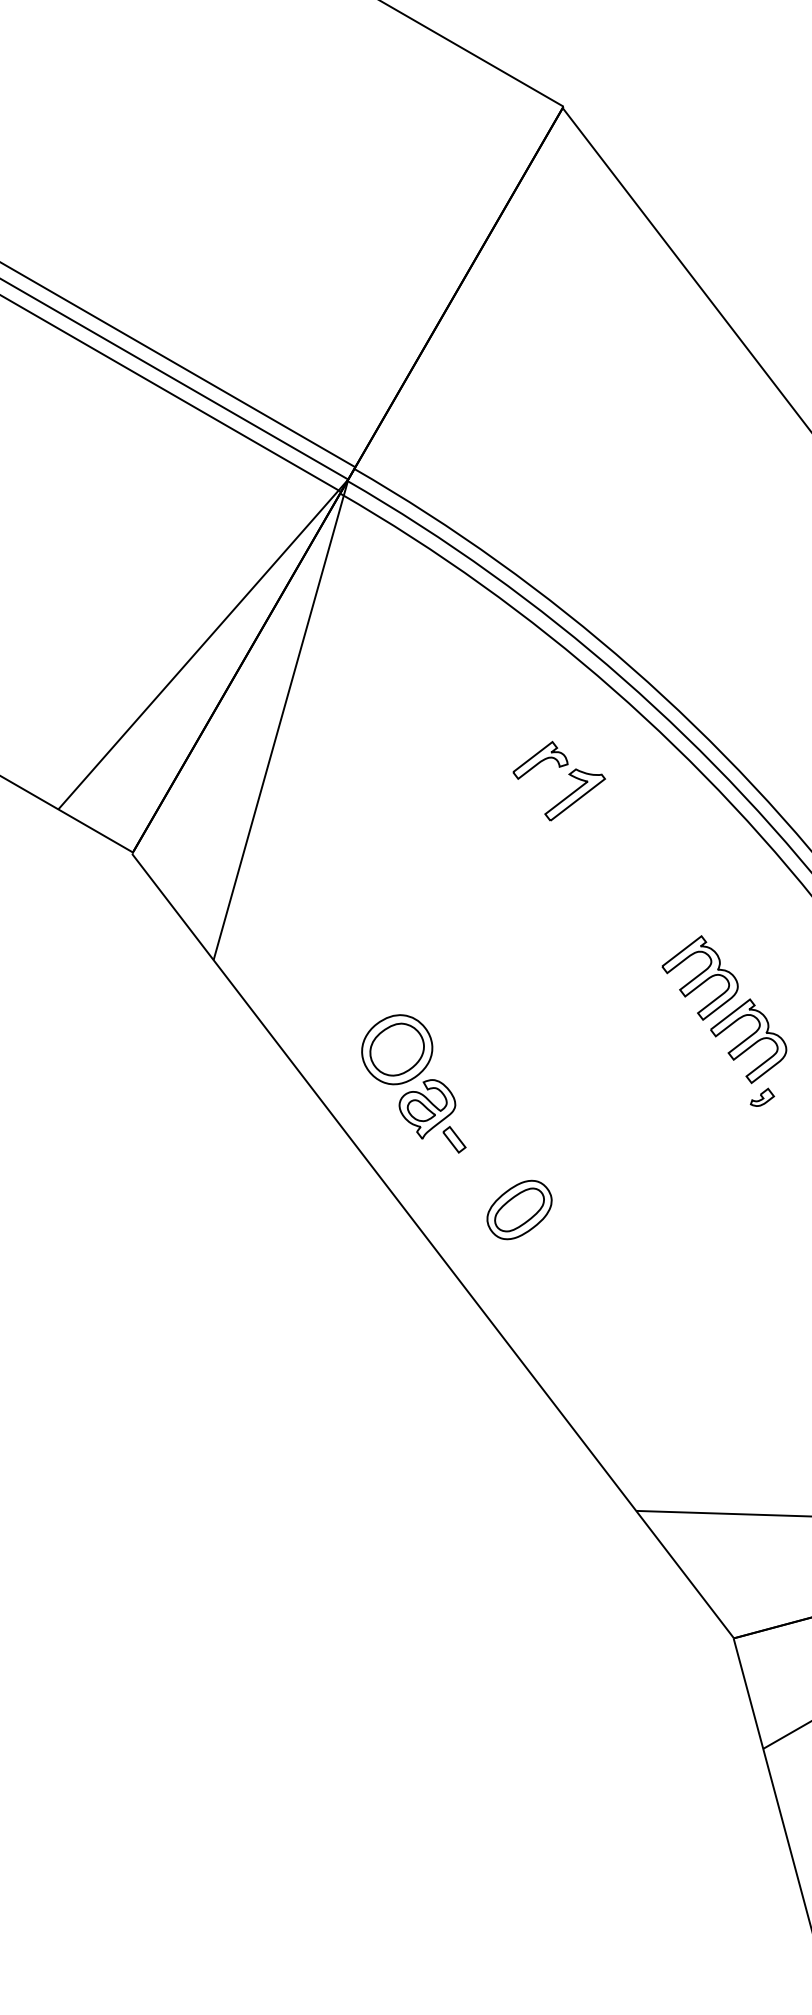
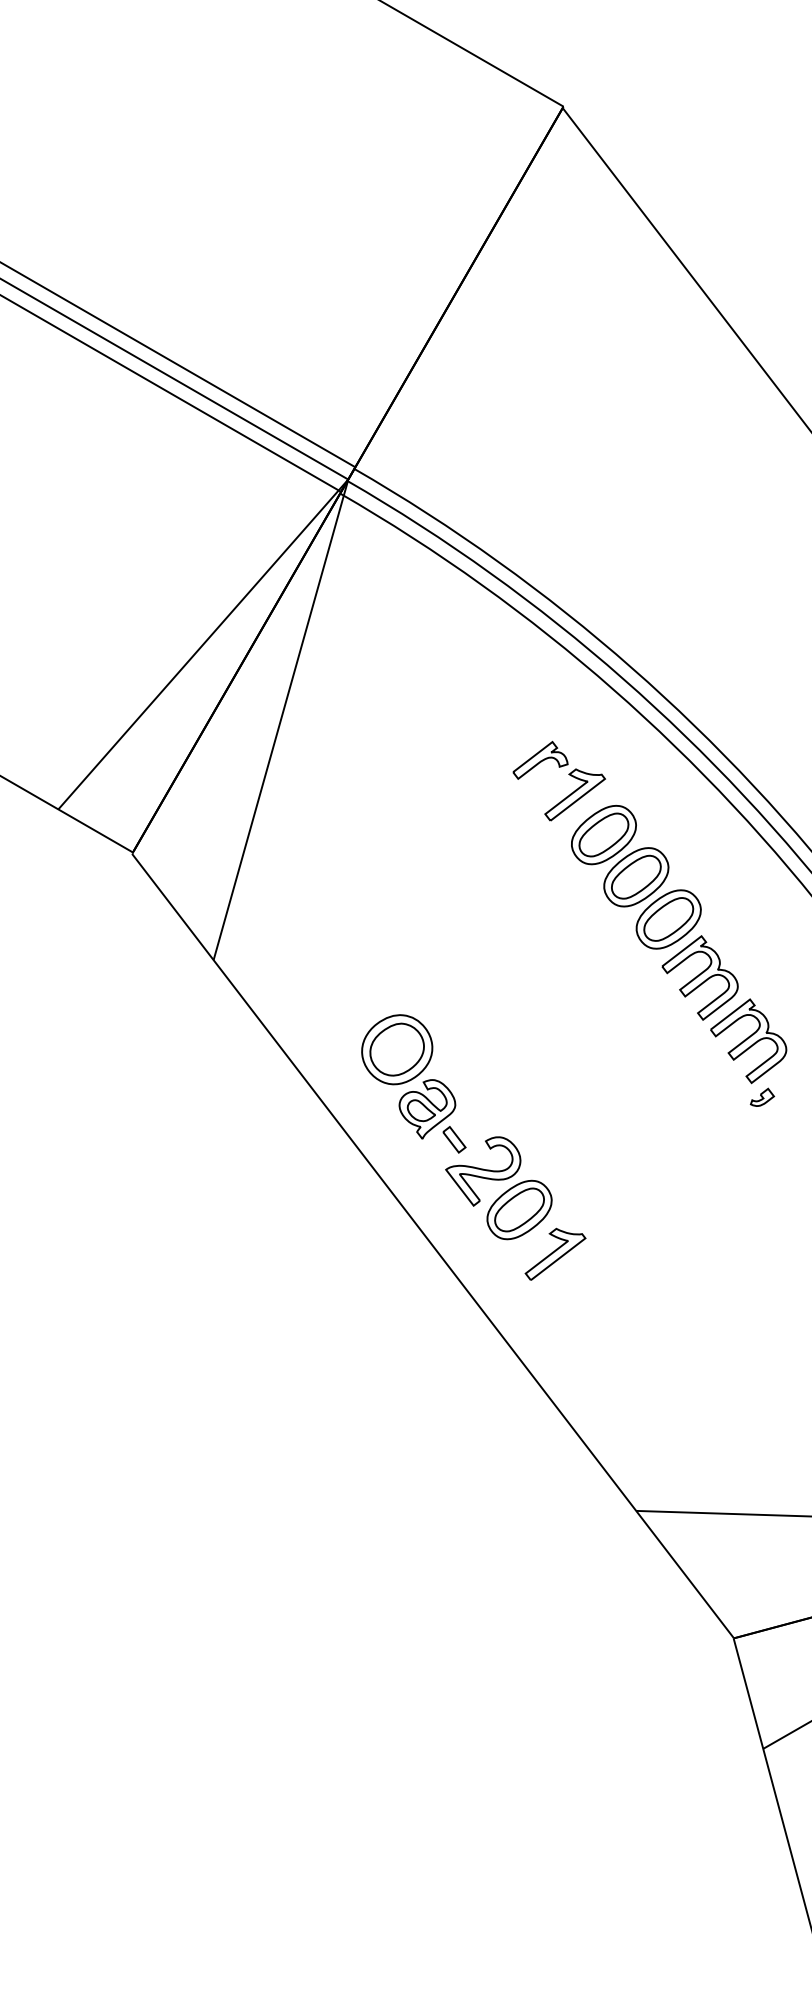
part at (636, 877): none -> present
part at (483, 1171): none -> present
part at (555, 1253): none -> present
